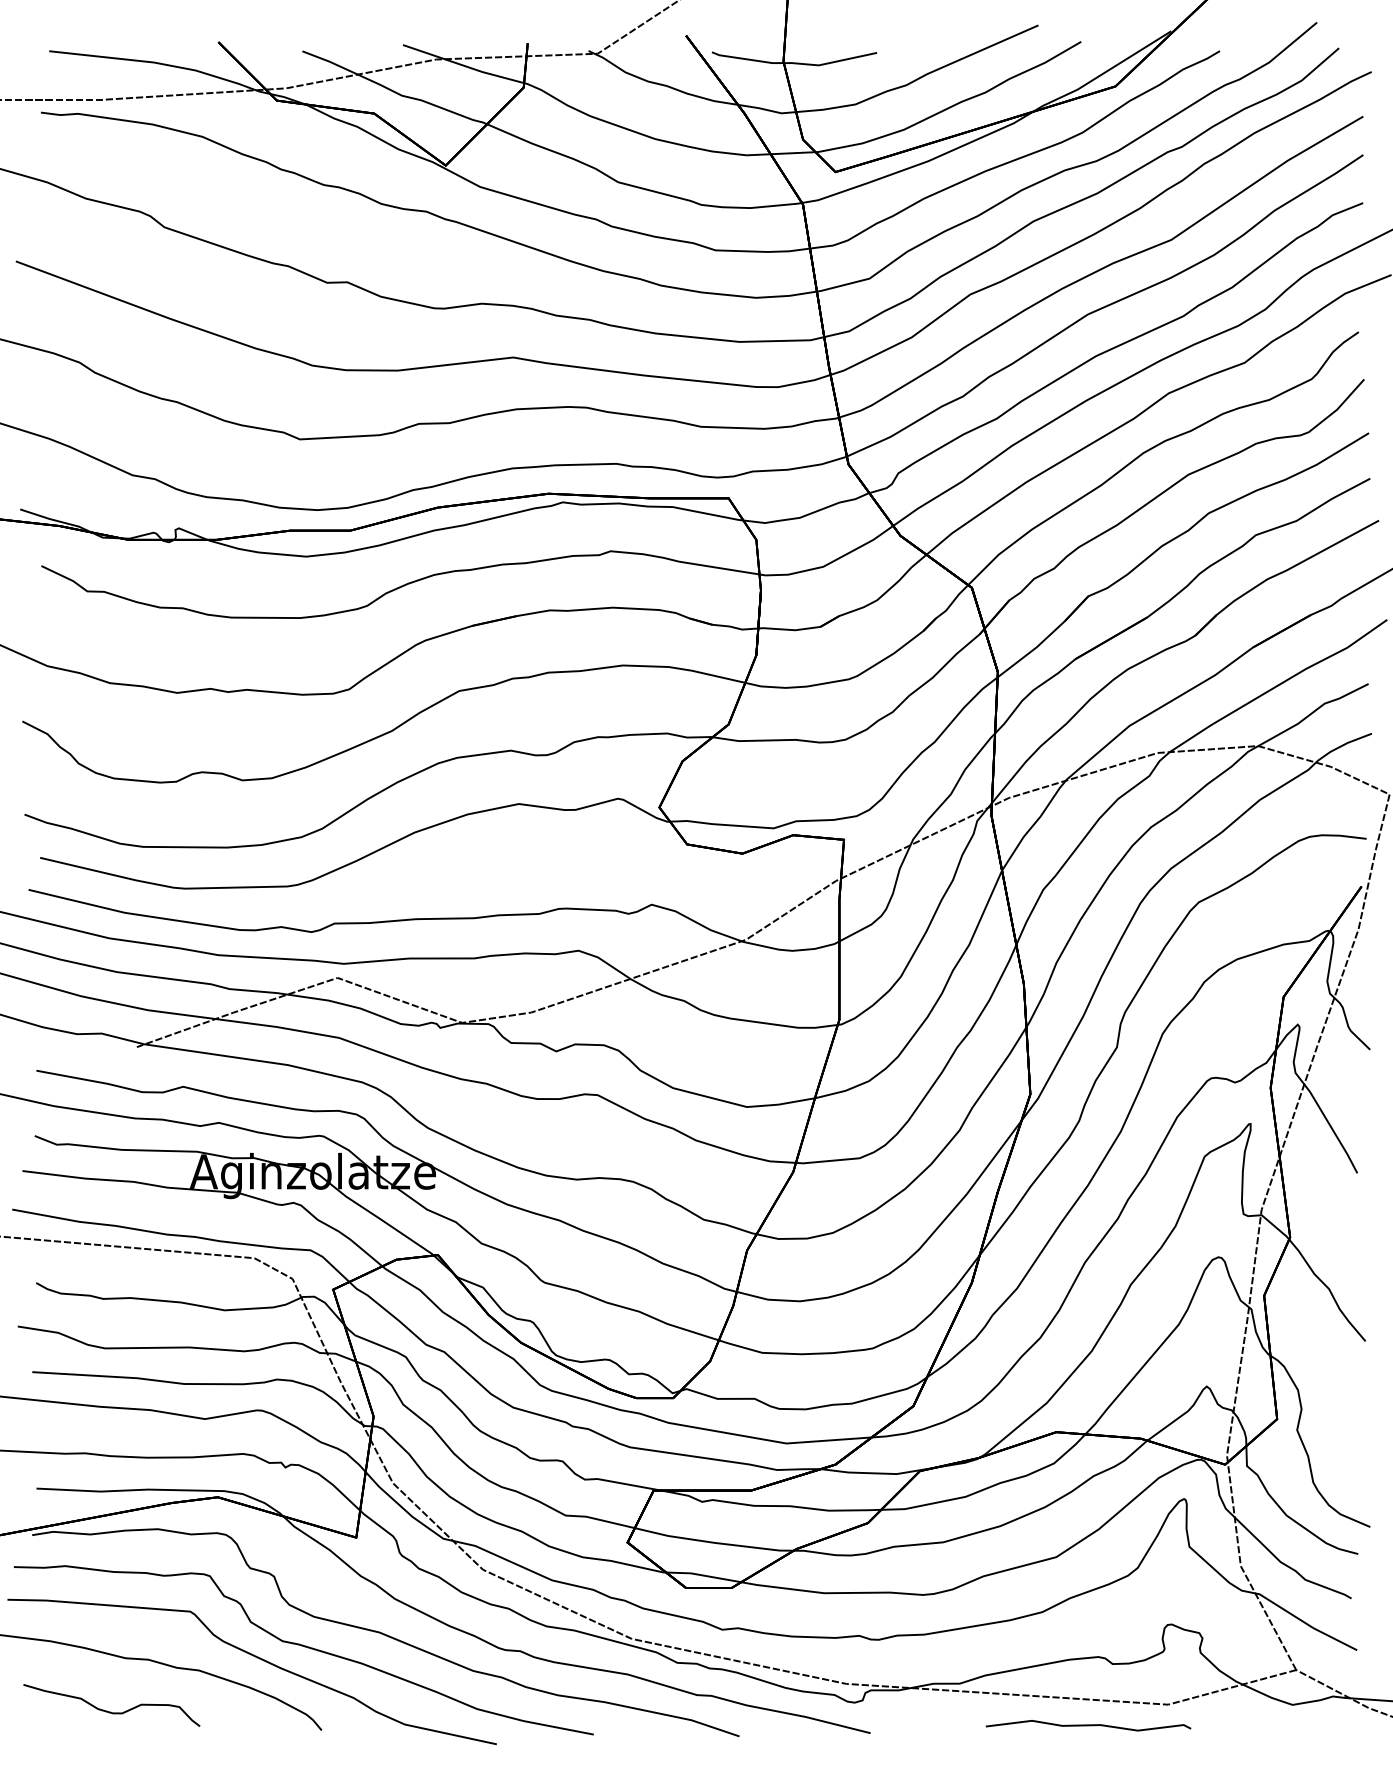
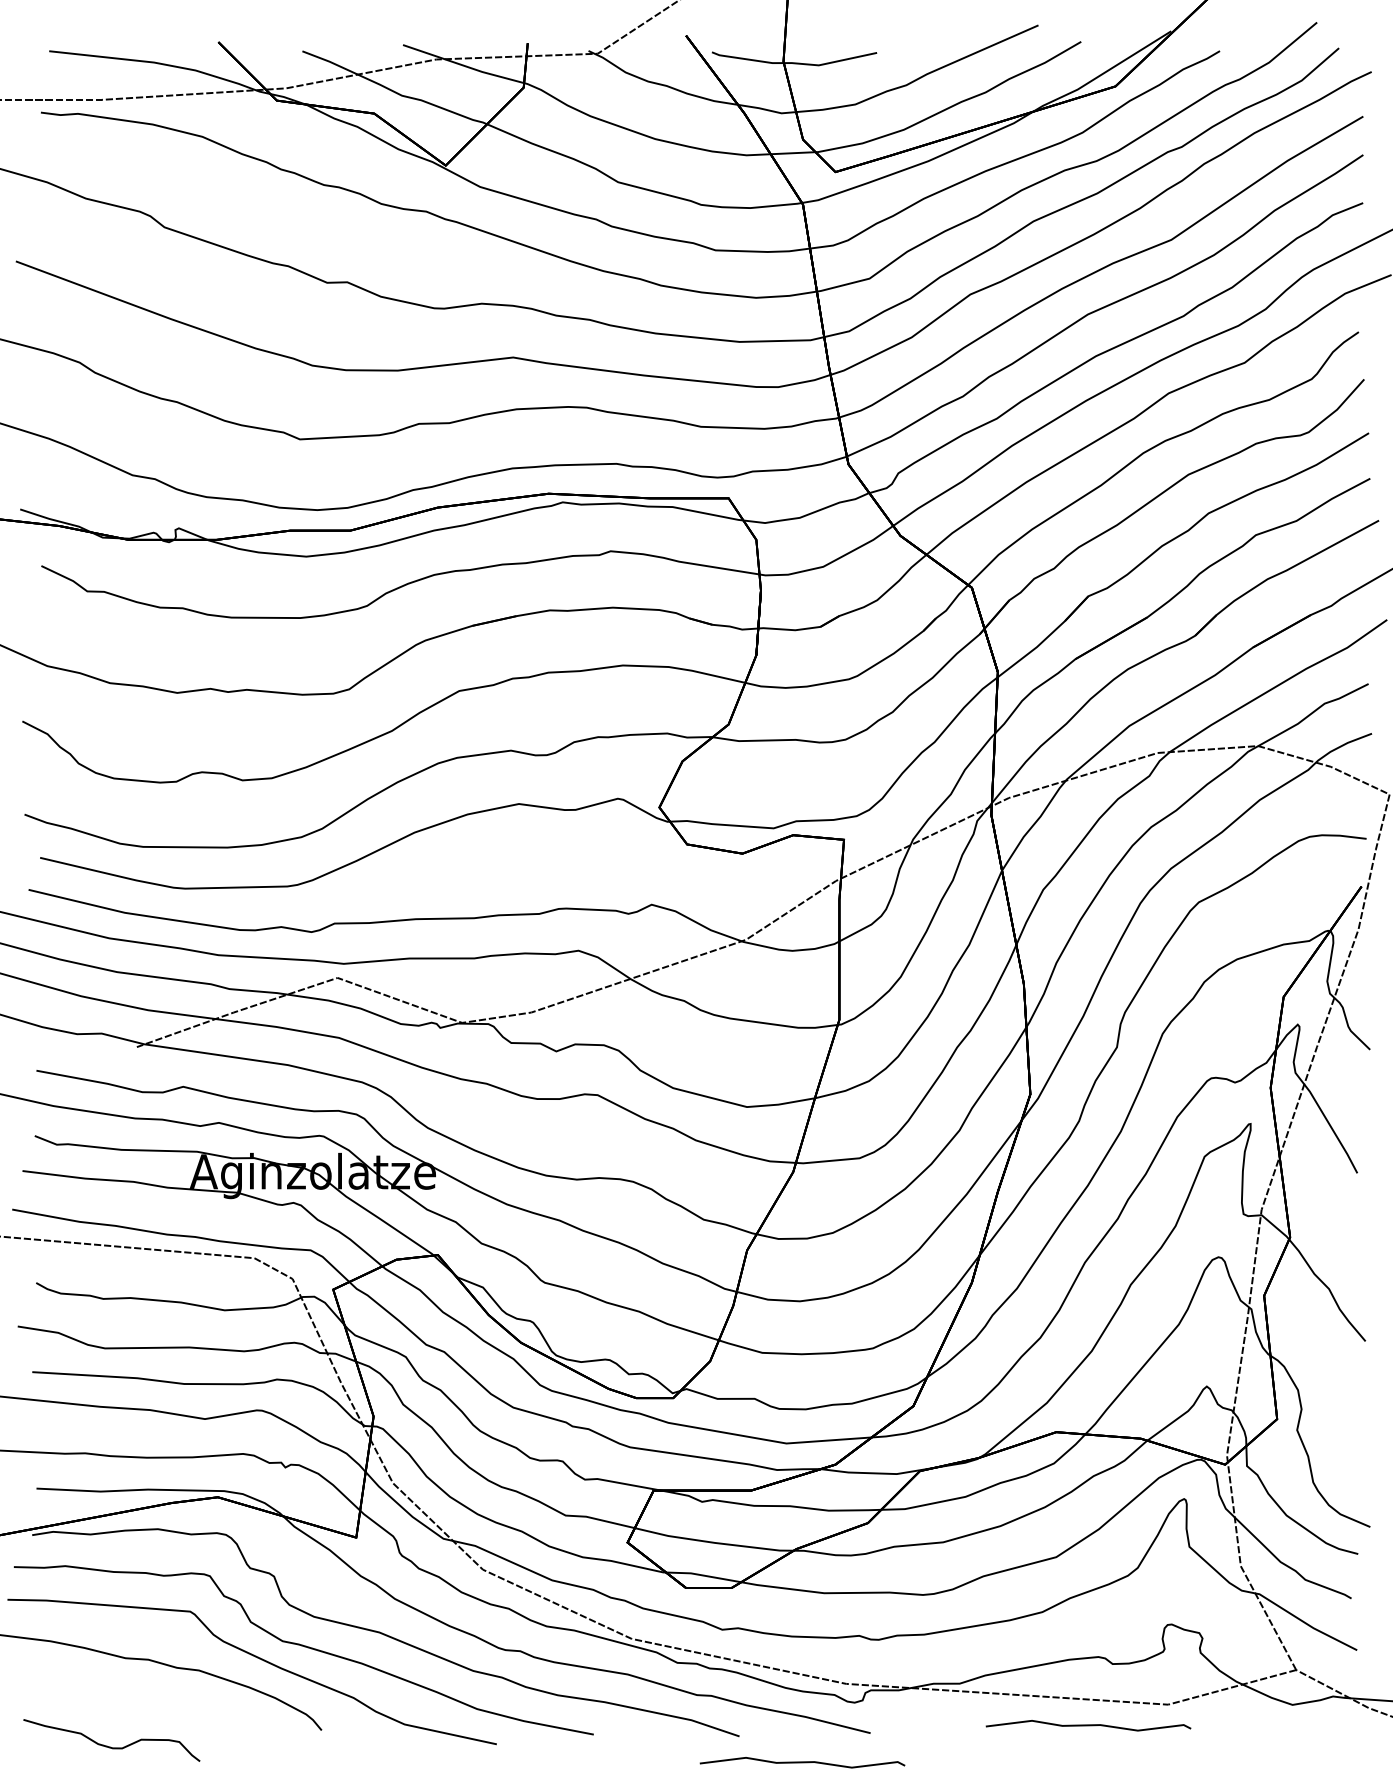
curve at (110, 1711) position: (110, 1711) -> (110, 1746)
curve at (802, 1762): none -> present
